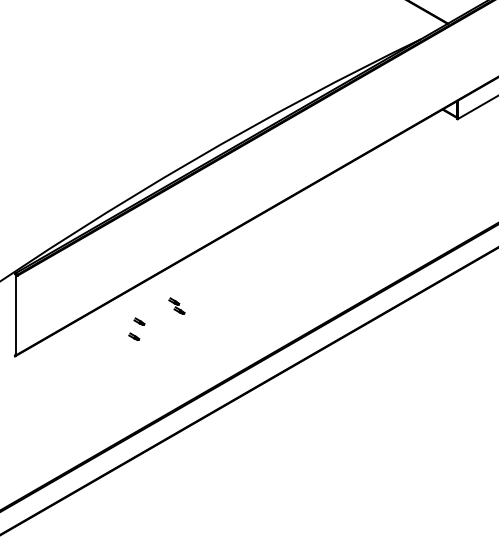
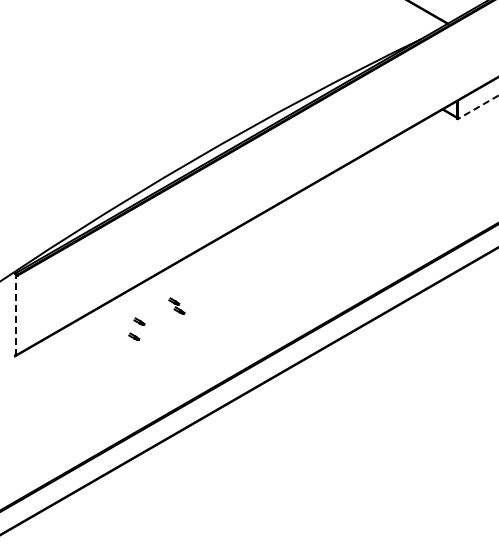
line at (478, 107): solid -> dashed
line at (15, 315): solid -> dashed
